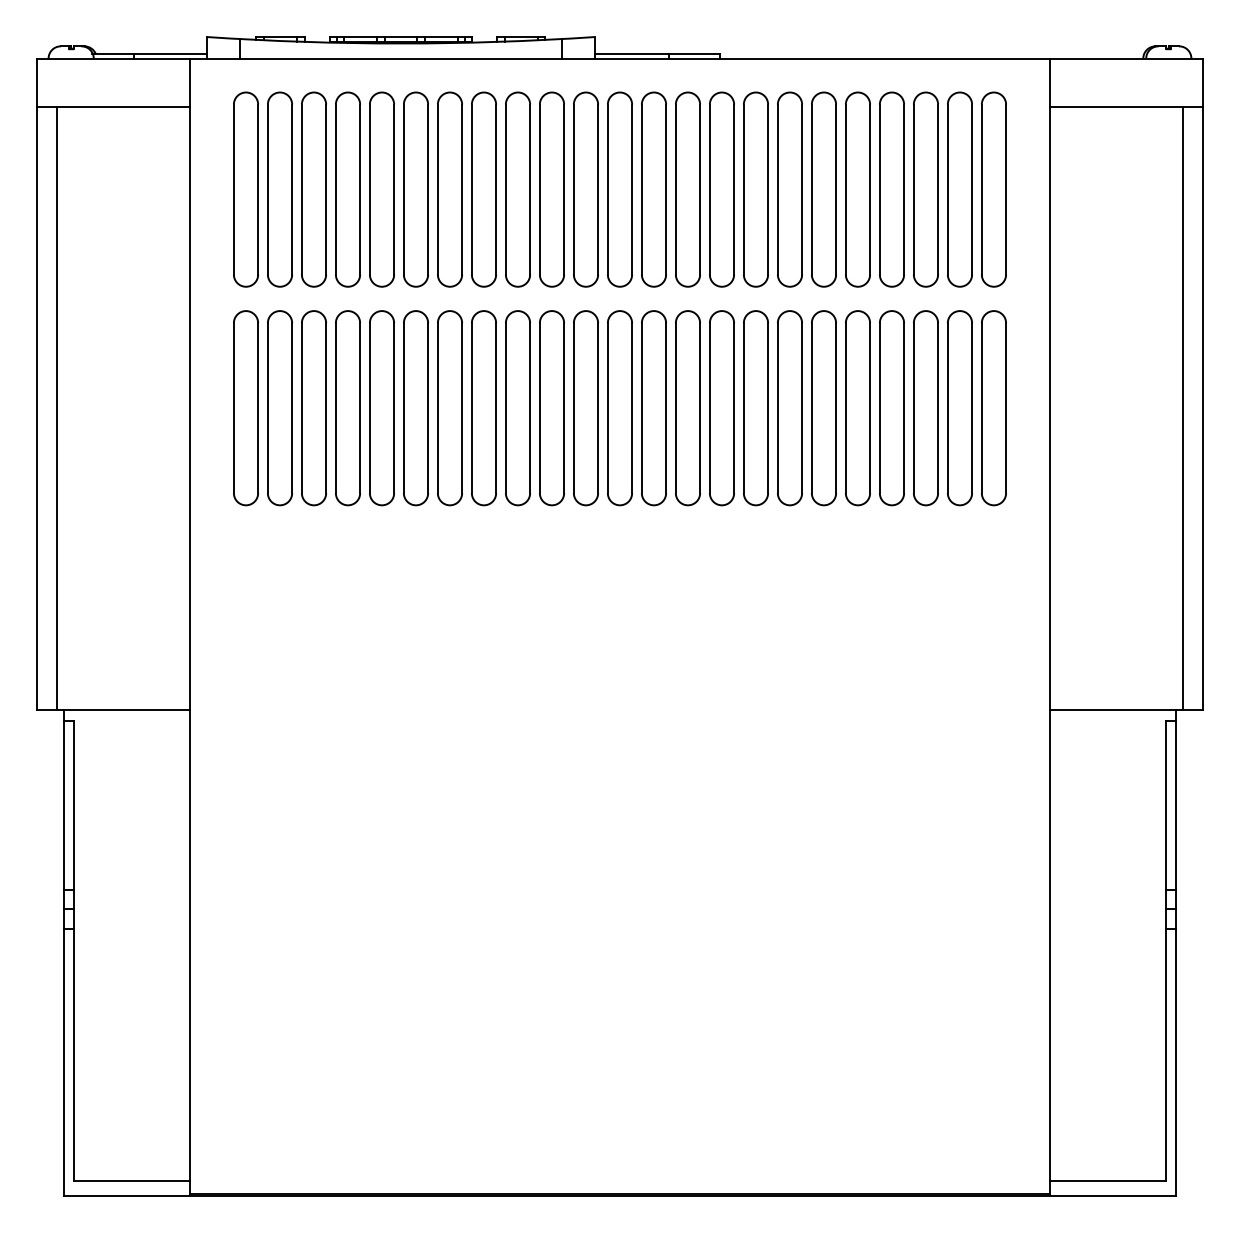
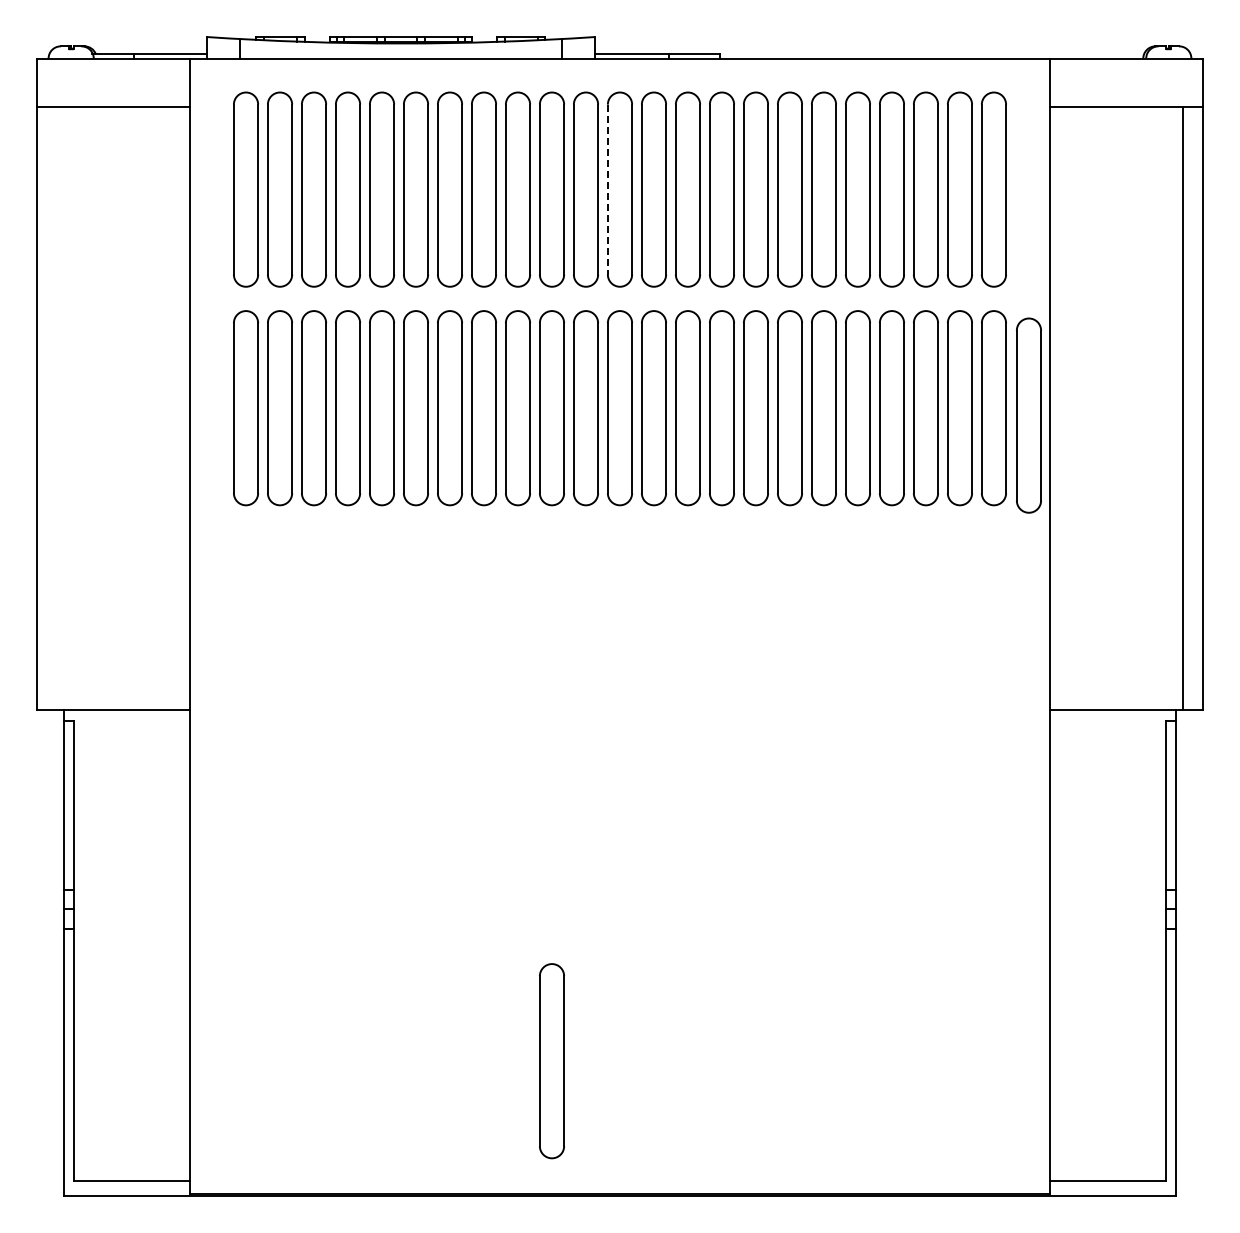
line at (607, 189): solid -> dashed
line at (56, 408): present -> none
part at (1028, 415): none -> present
part at (551, 1061): none -> present
